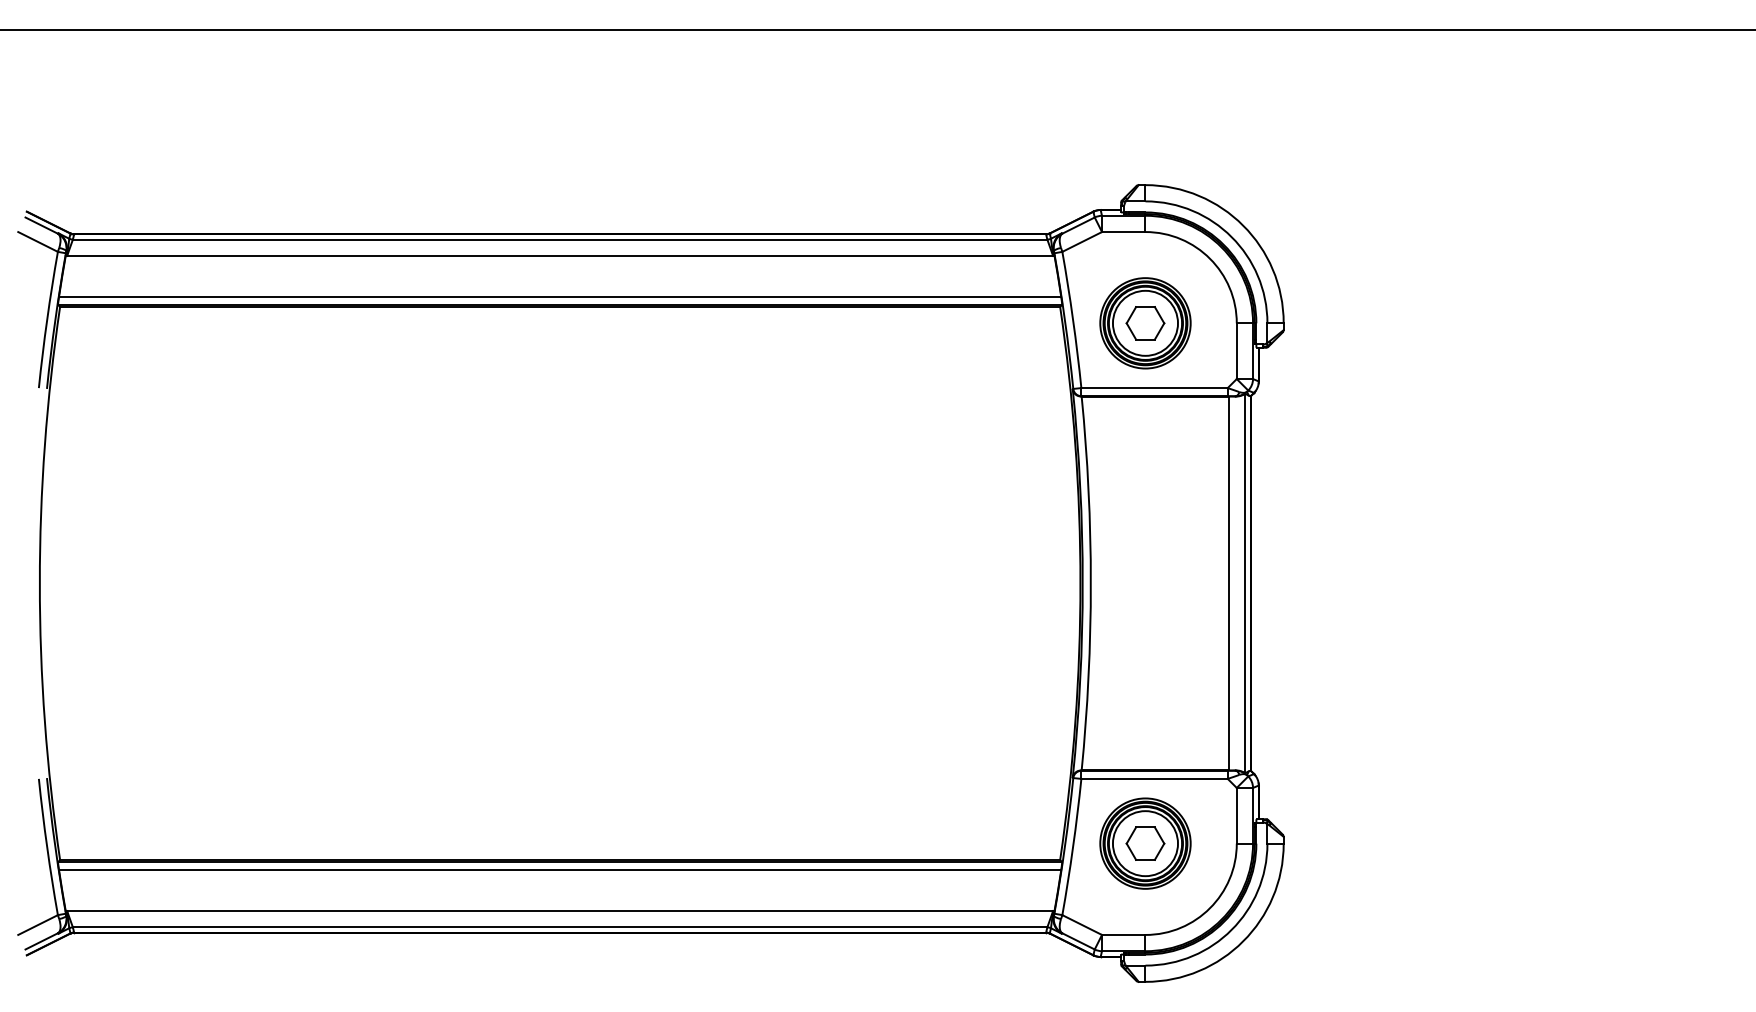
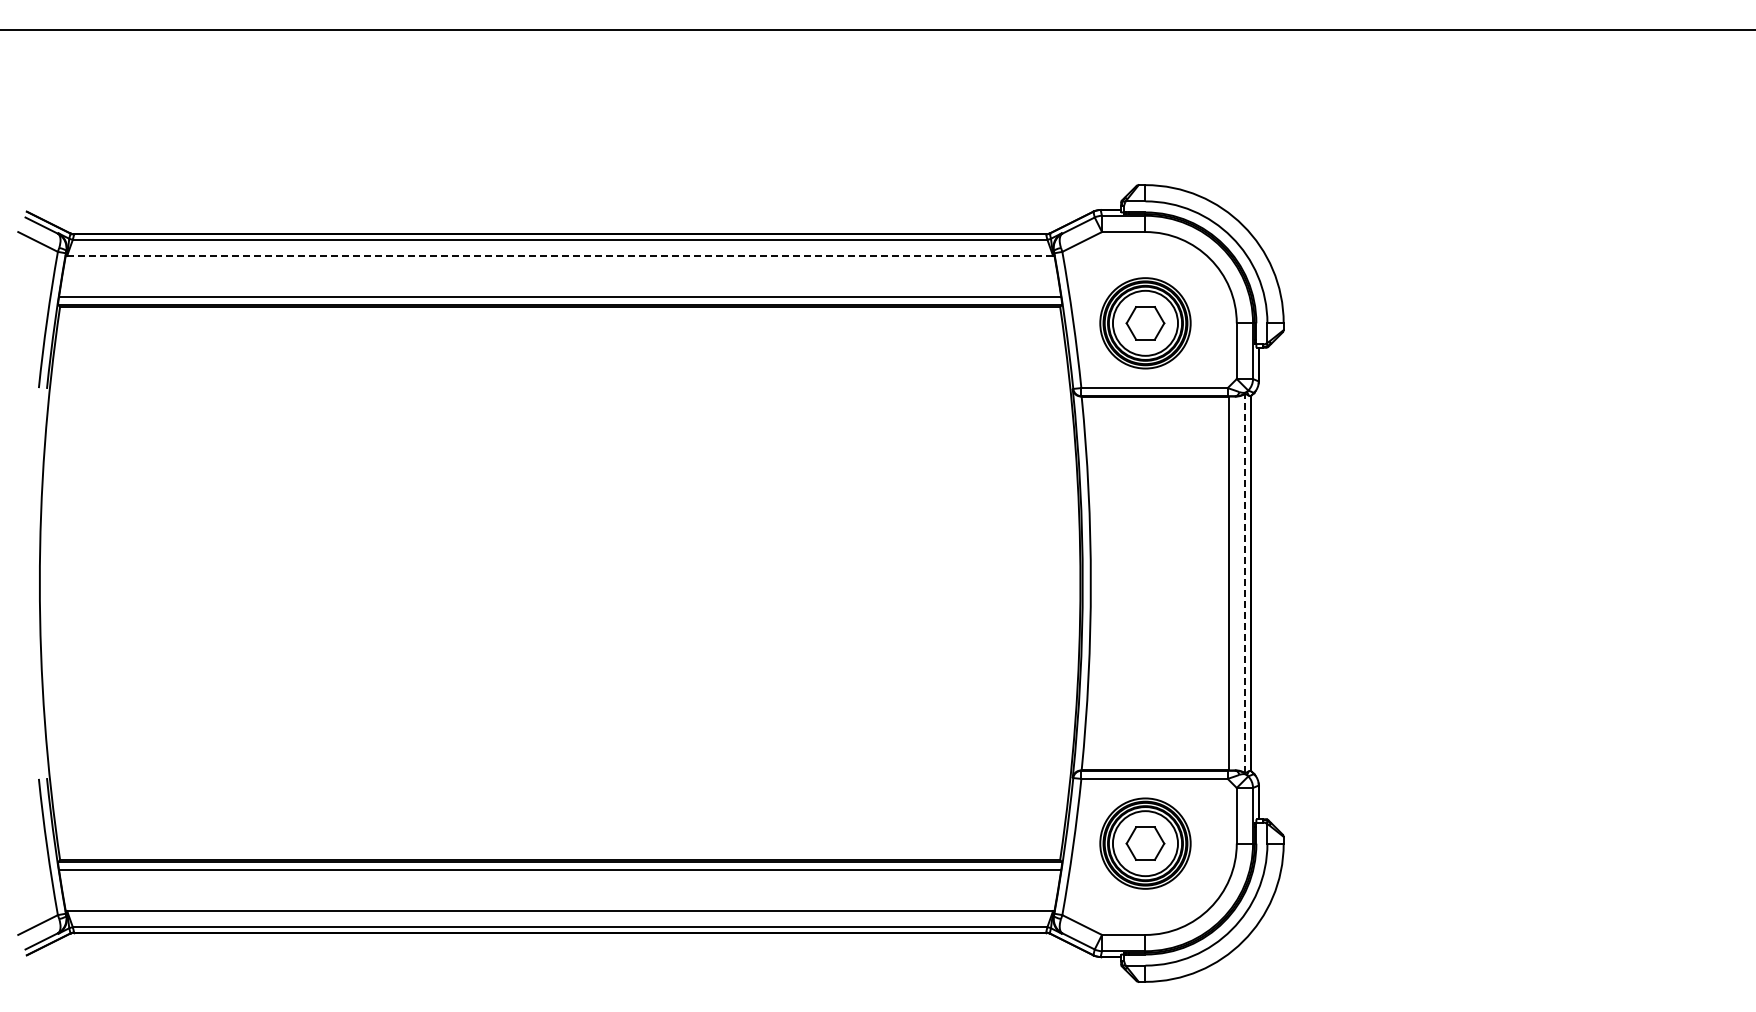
line at (560, 255): solid -> dashed
line at (1245, 583): solid -> dashed
